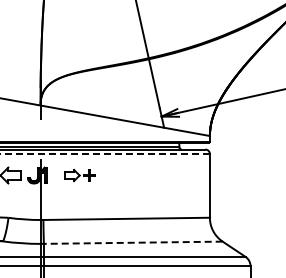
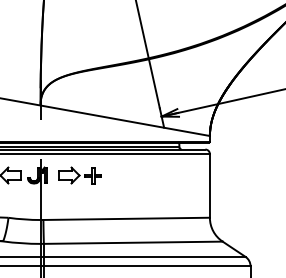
line at (104, 154): dashed -> solid
part at (79, 175) size: 32x14 px -> 44x19 px
line at (132, 242): dashed -> solid
